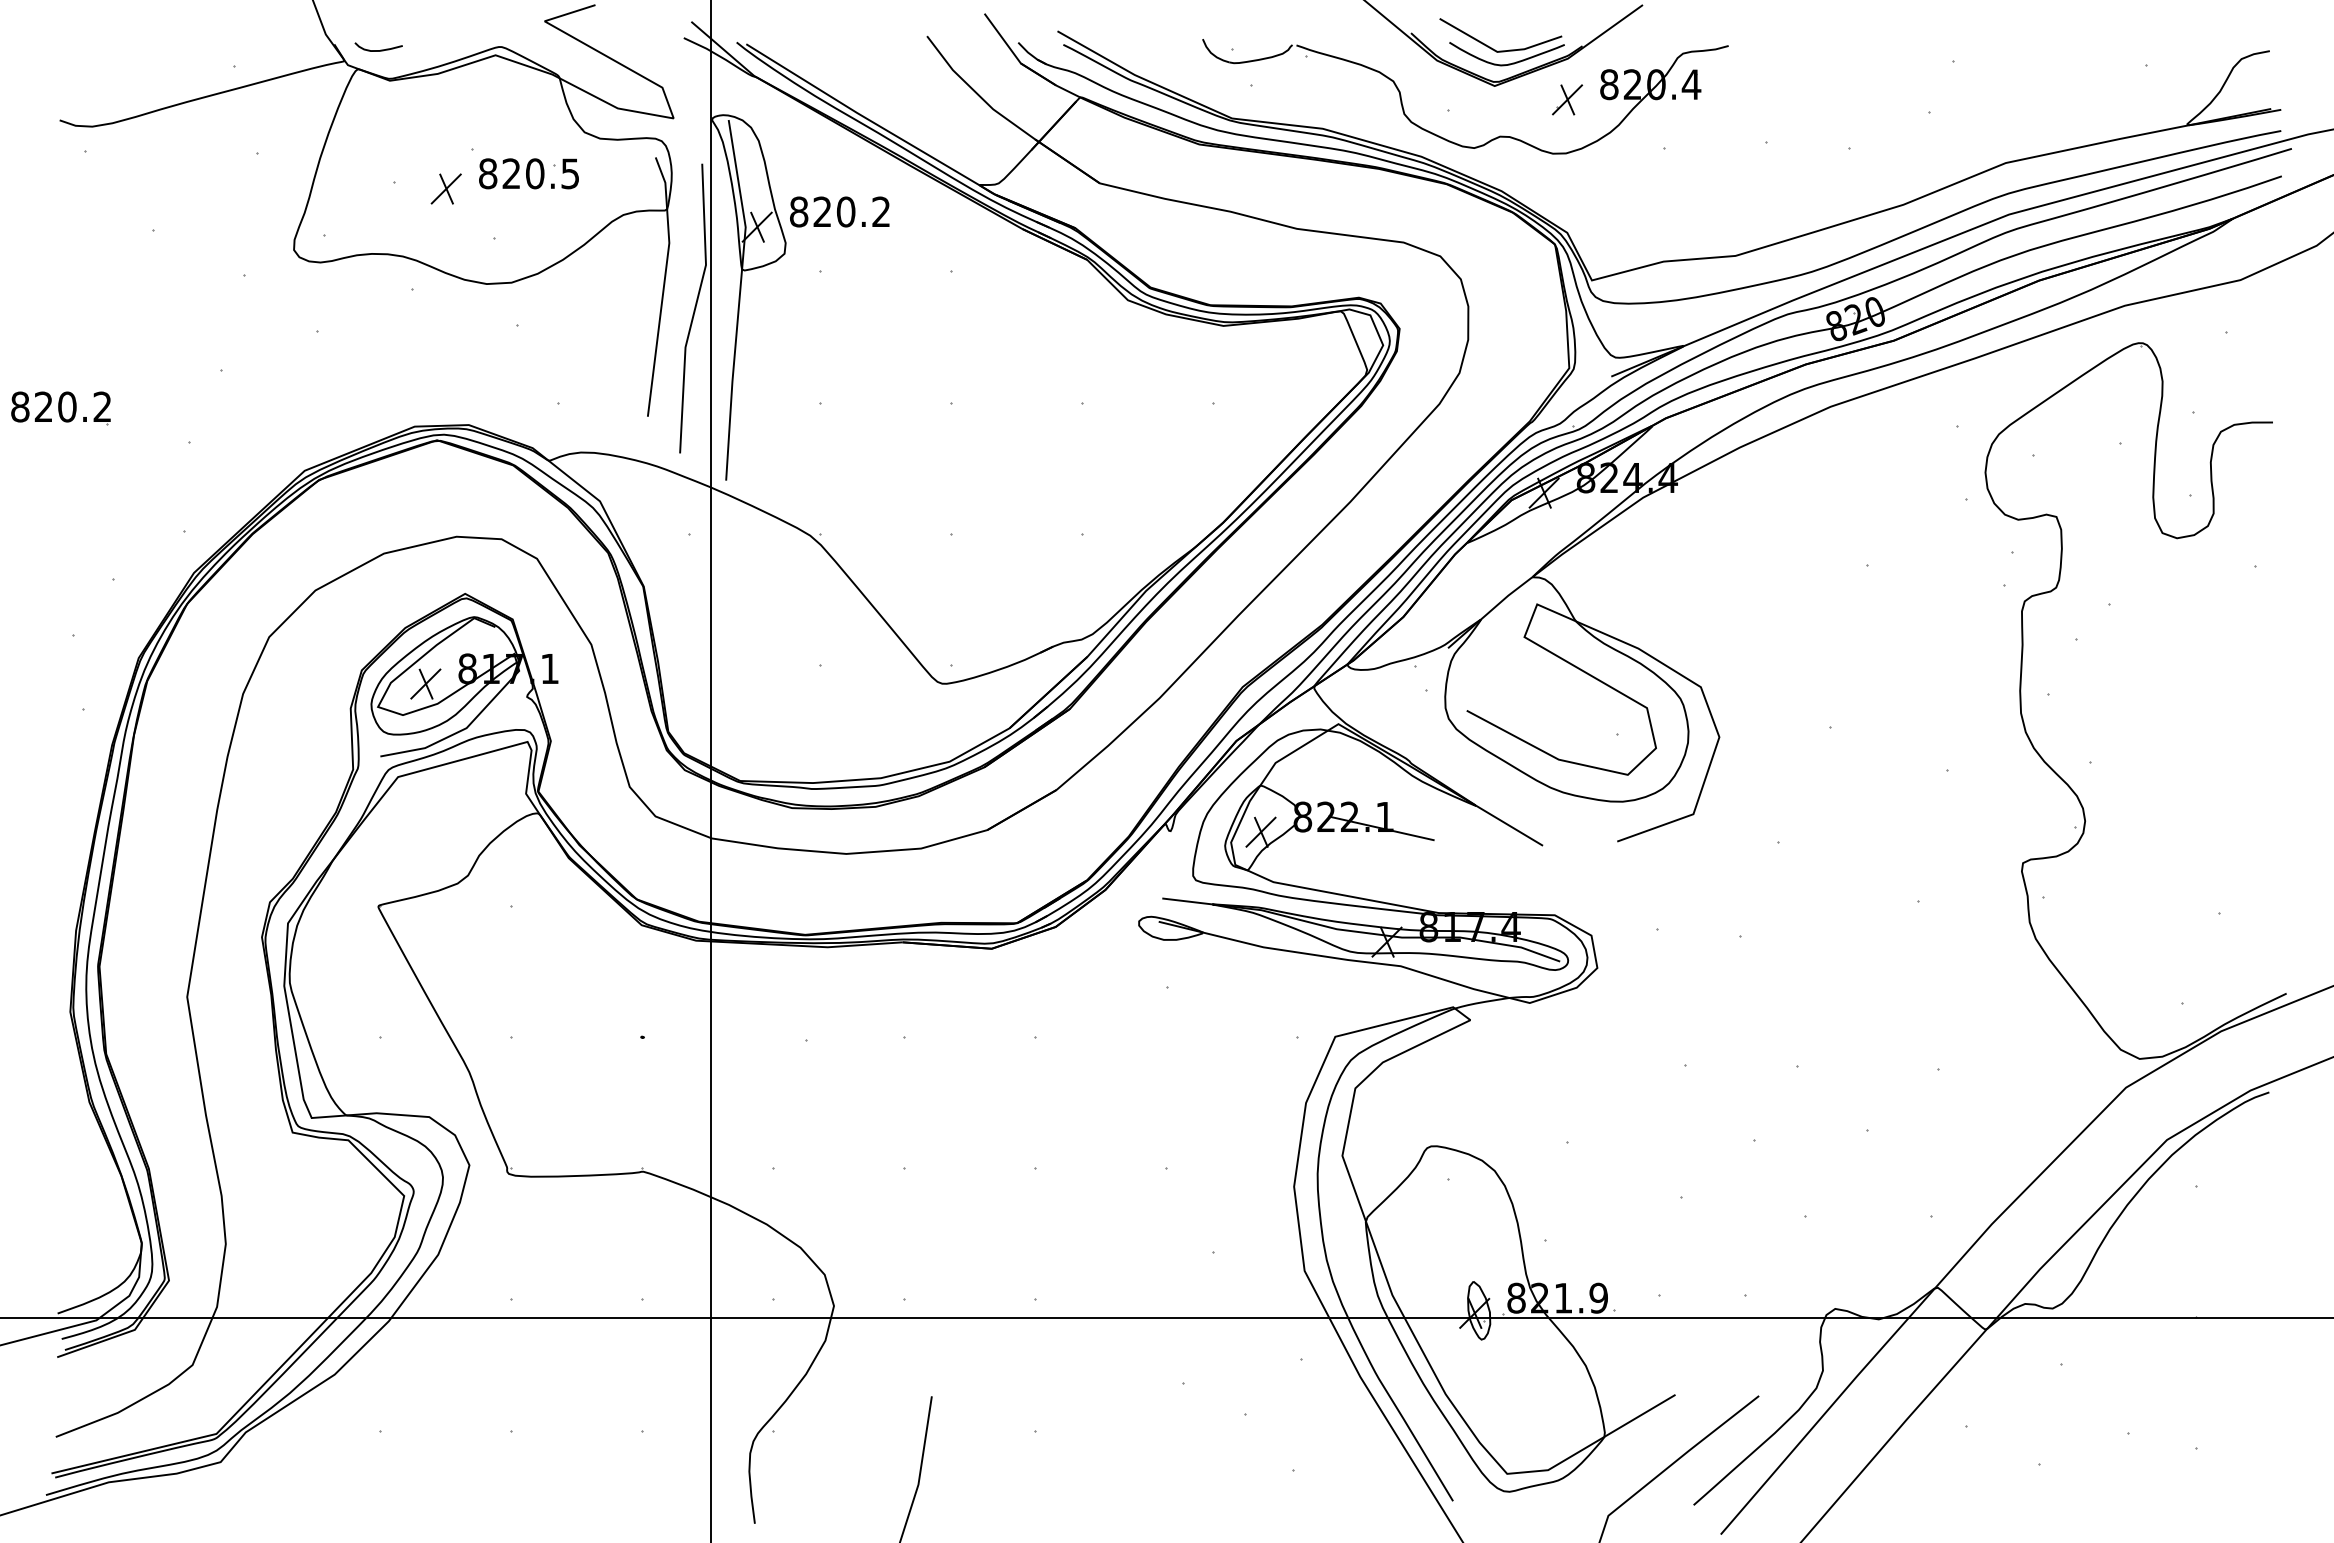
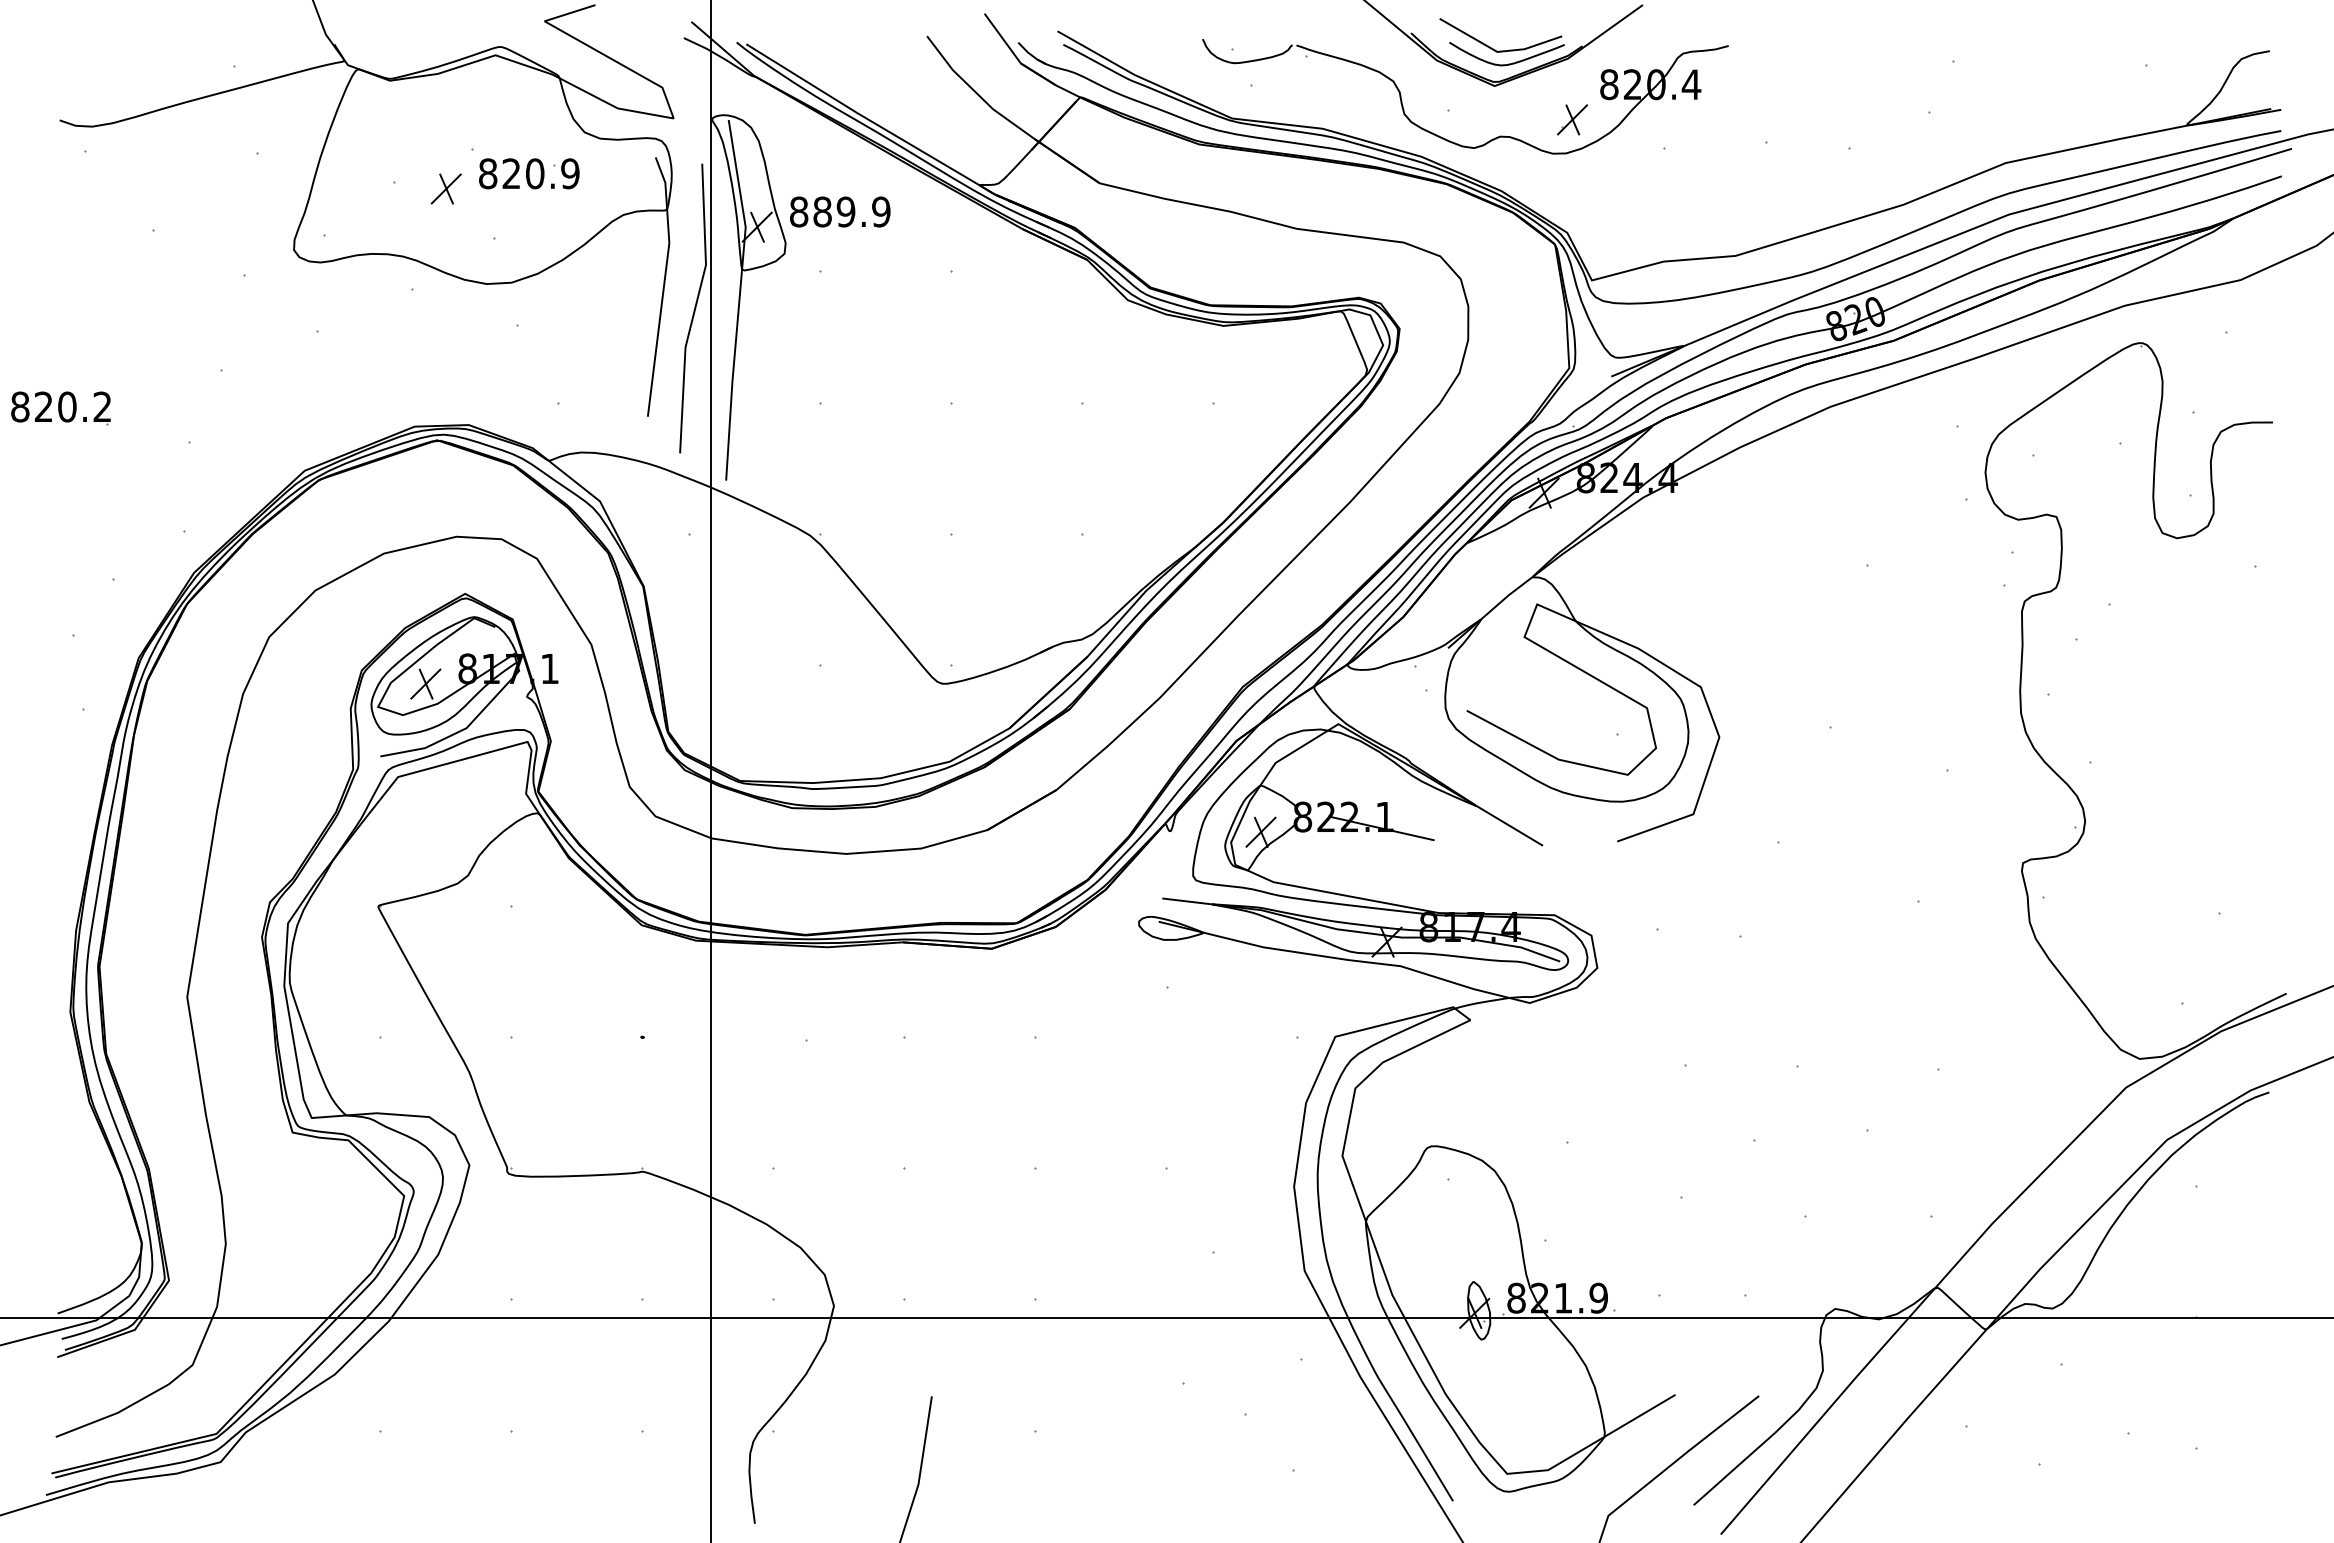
curve at (380, 49): present -> none
part at (1567, 99) position: (1567, 99) -> (1572, 119)
text at (570, 173): 820.5 -> 820.9
text at (851, 211): 820.2 -> 889.9
